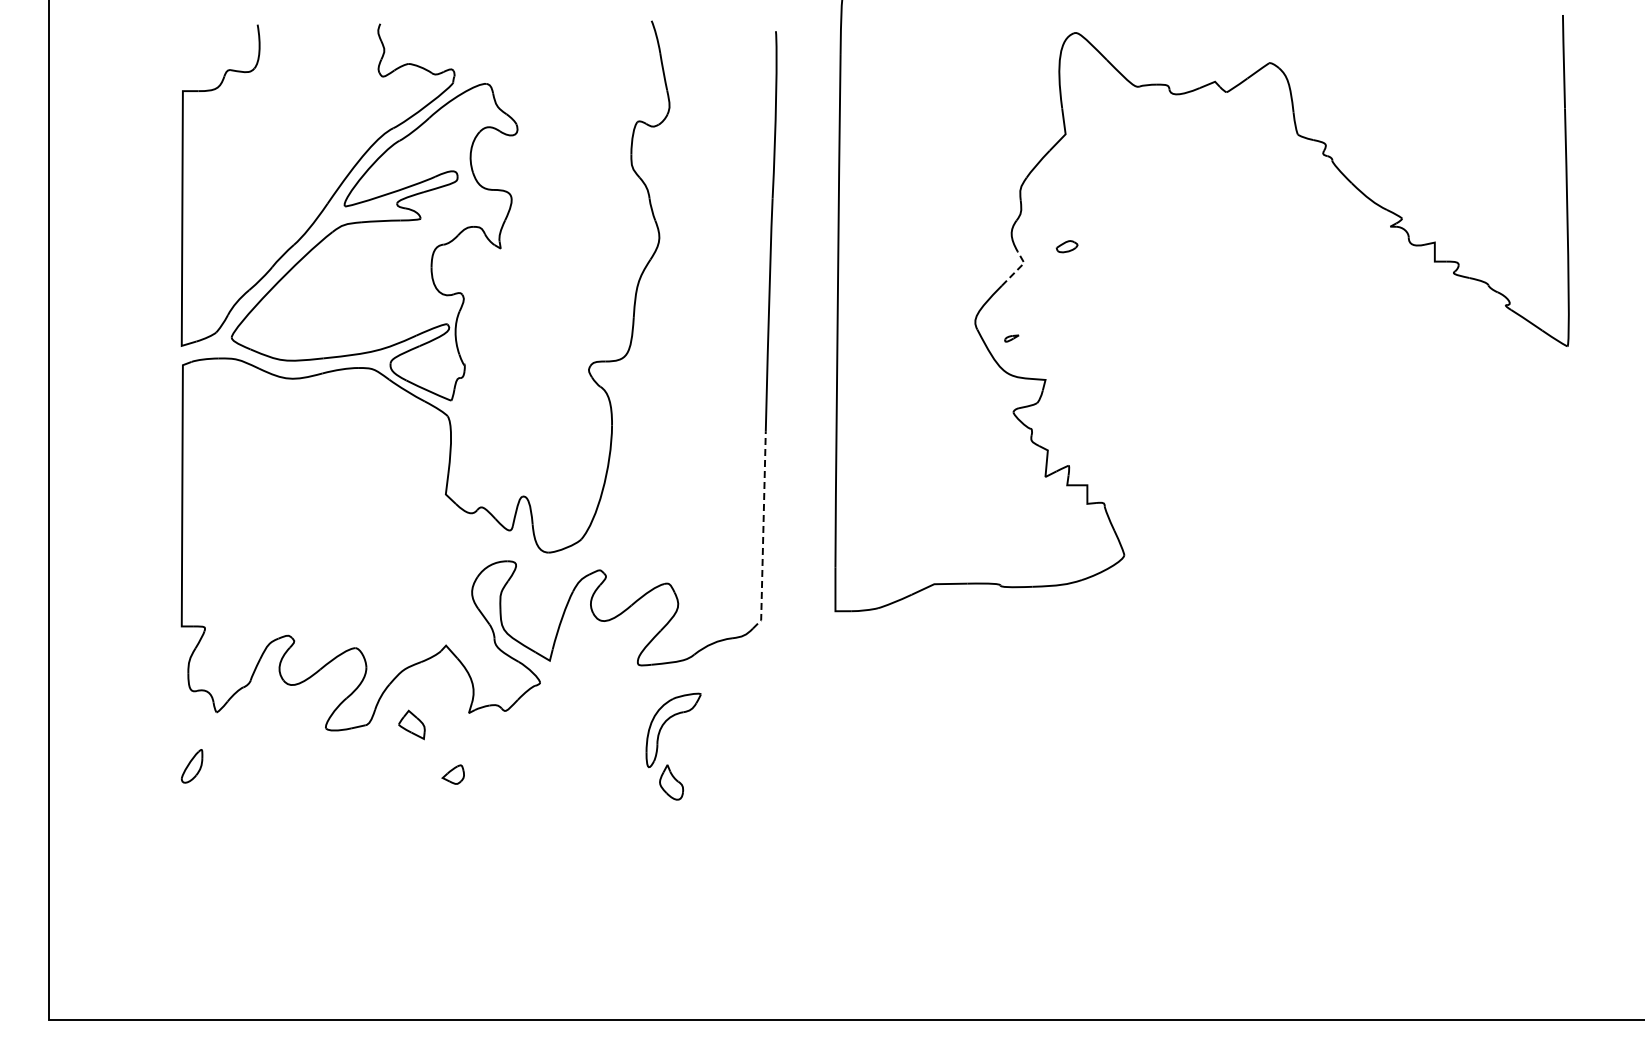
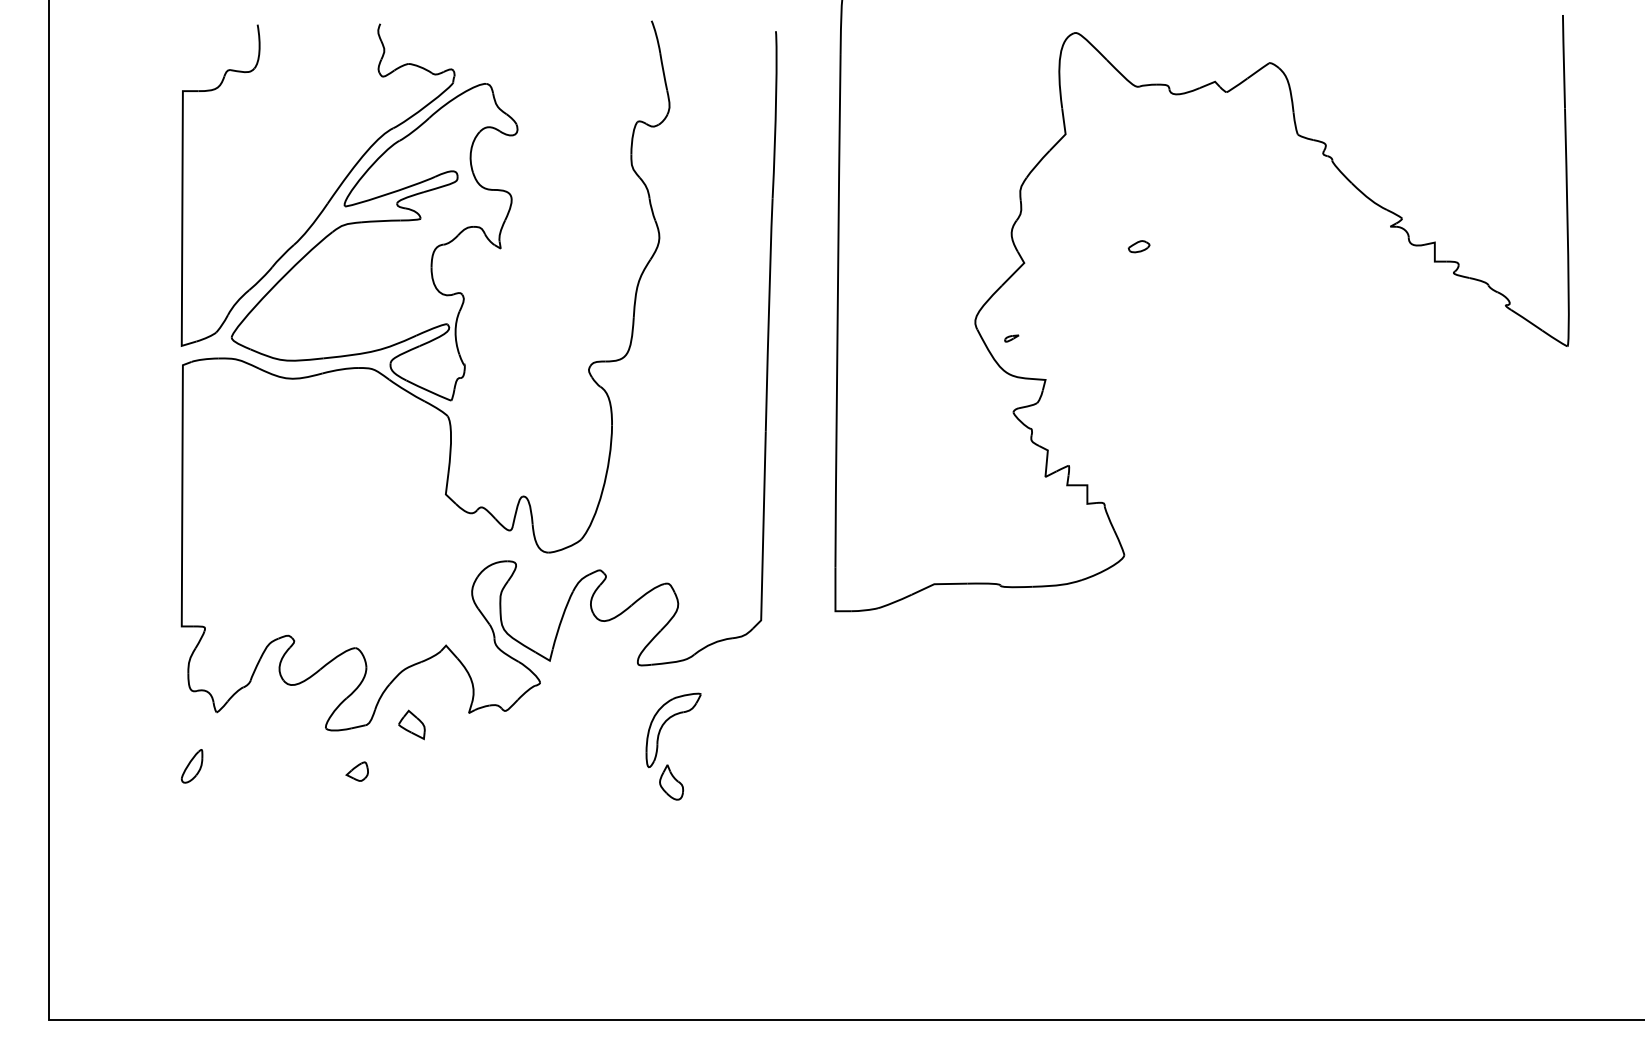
part at (1066, 246) position: (1066, 246) -> (1138, 246)
line at (1018, 269): dashed -> solid
line at (763, 532): dashed -> solid
part at (452, 774) position: (452, 774) -> (356, 771)
